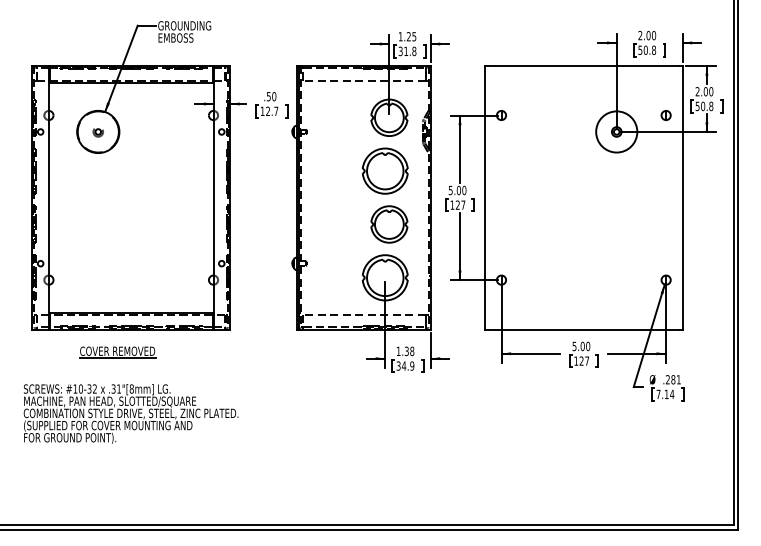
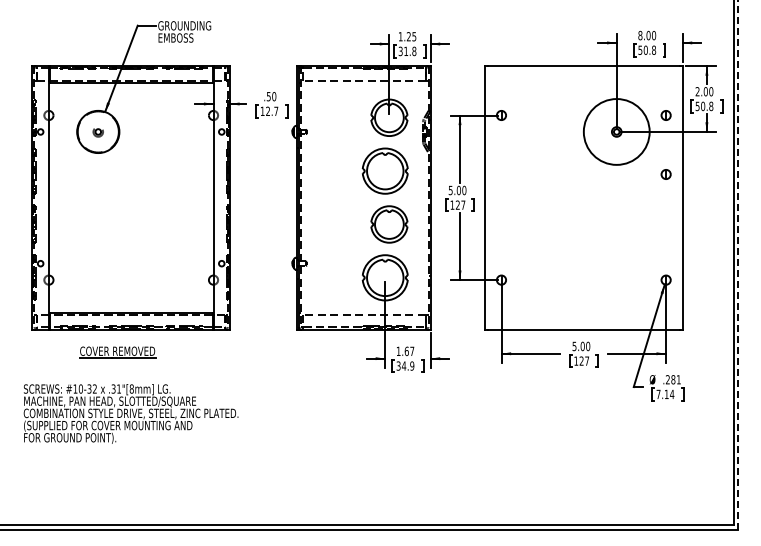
text at (640, 35): 2.00 -> 8.00
circle at (616, 131) diameter: 41 px -> 66 px
part at (665, 174): none -> present
line at (738, 264): solid -> dashed
text at (409, 351): 1.38 -> 1.67
